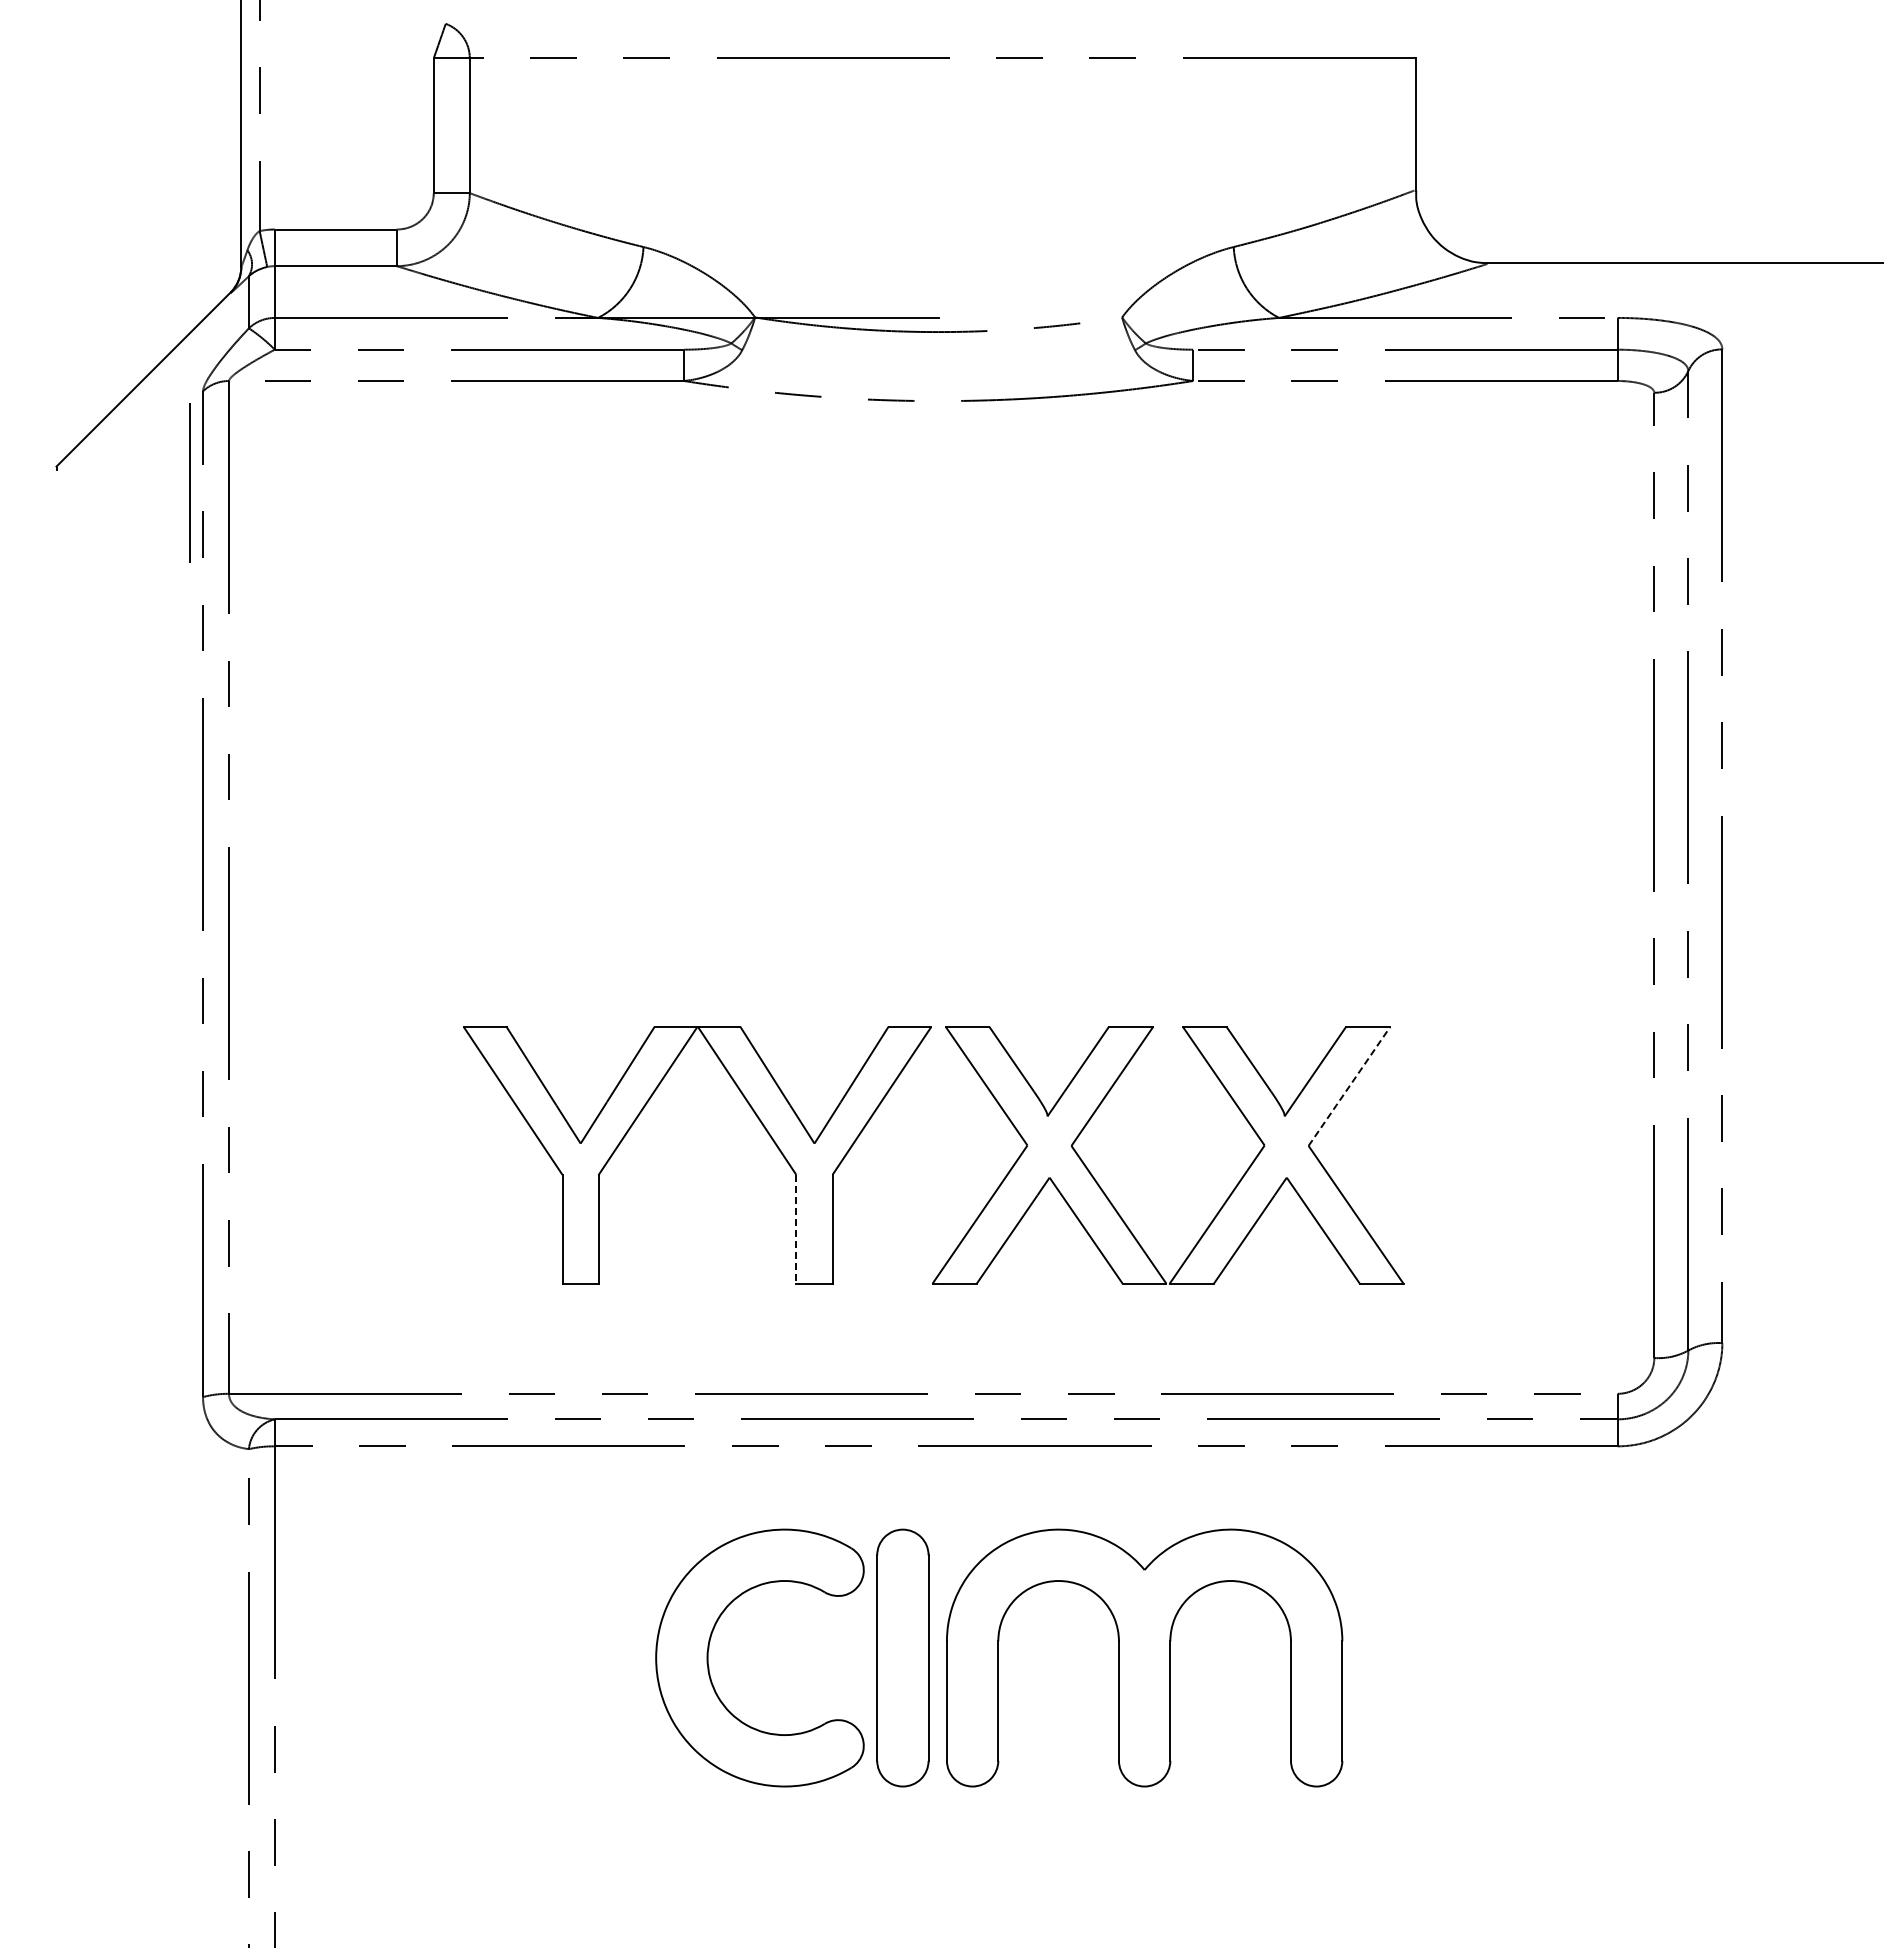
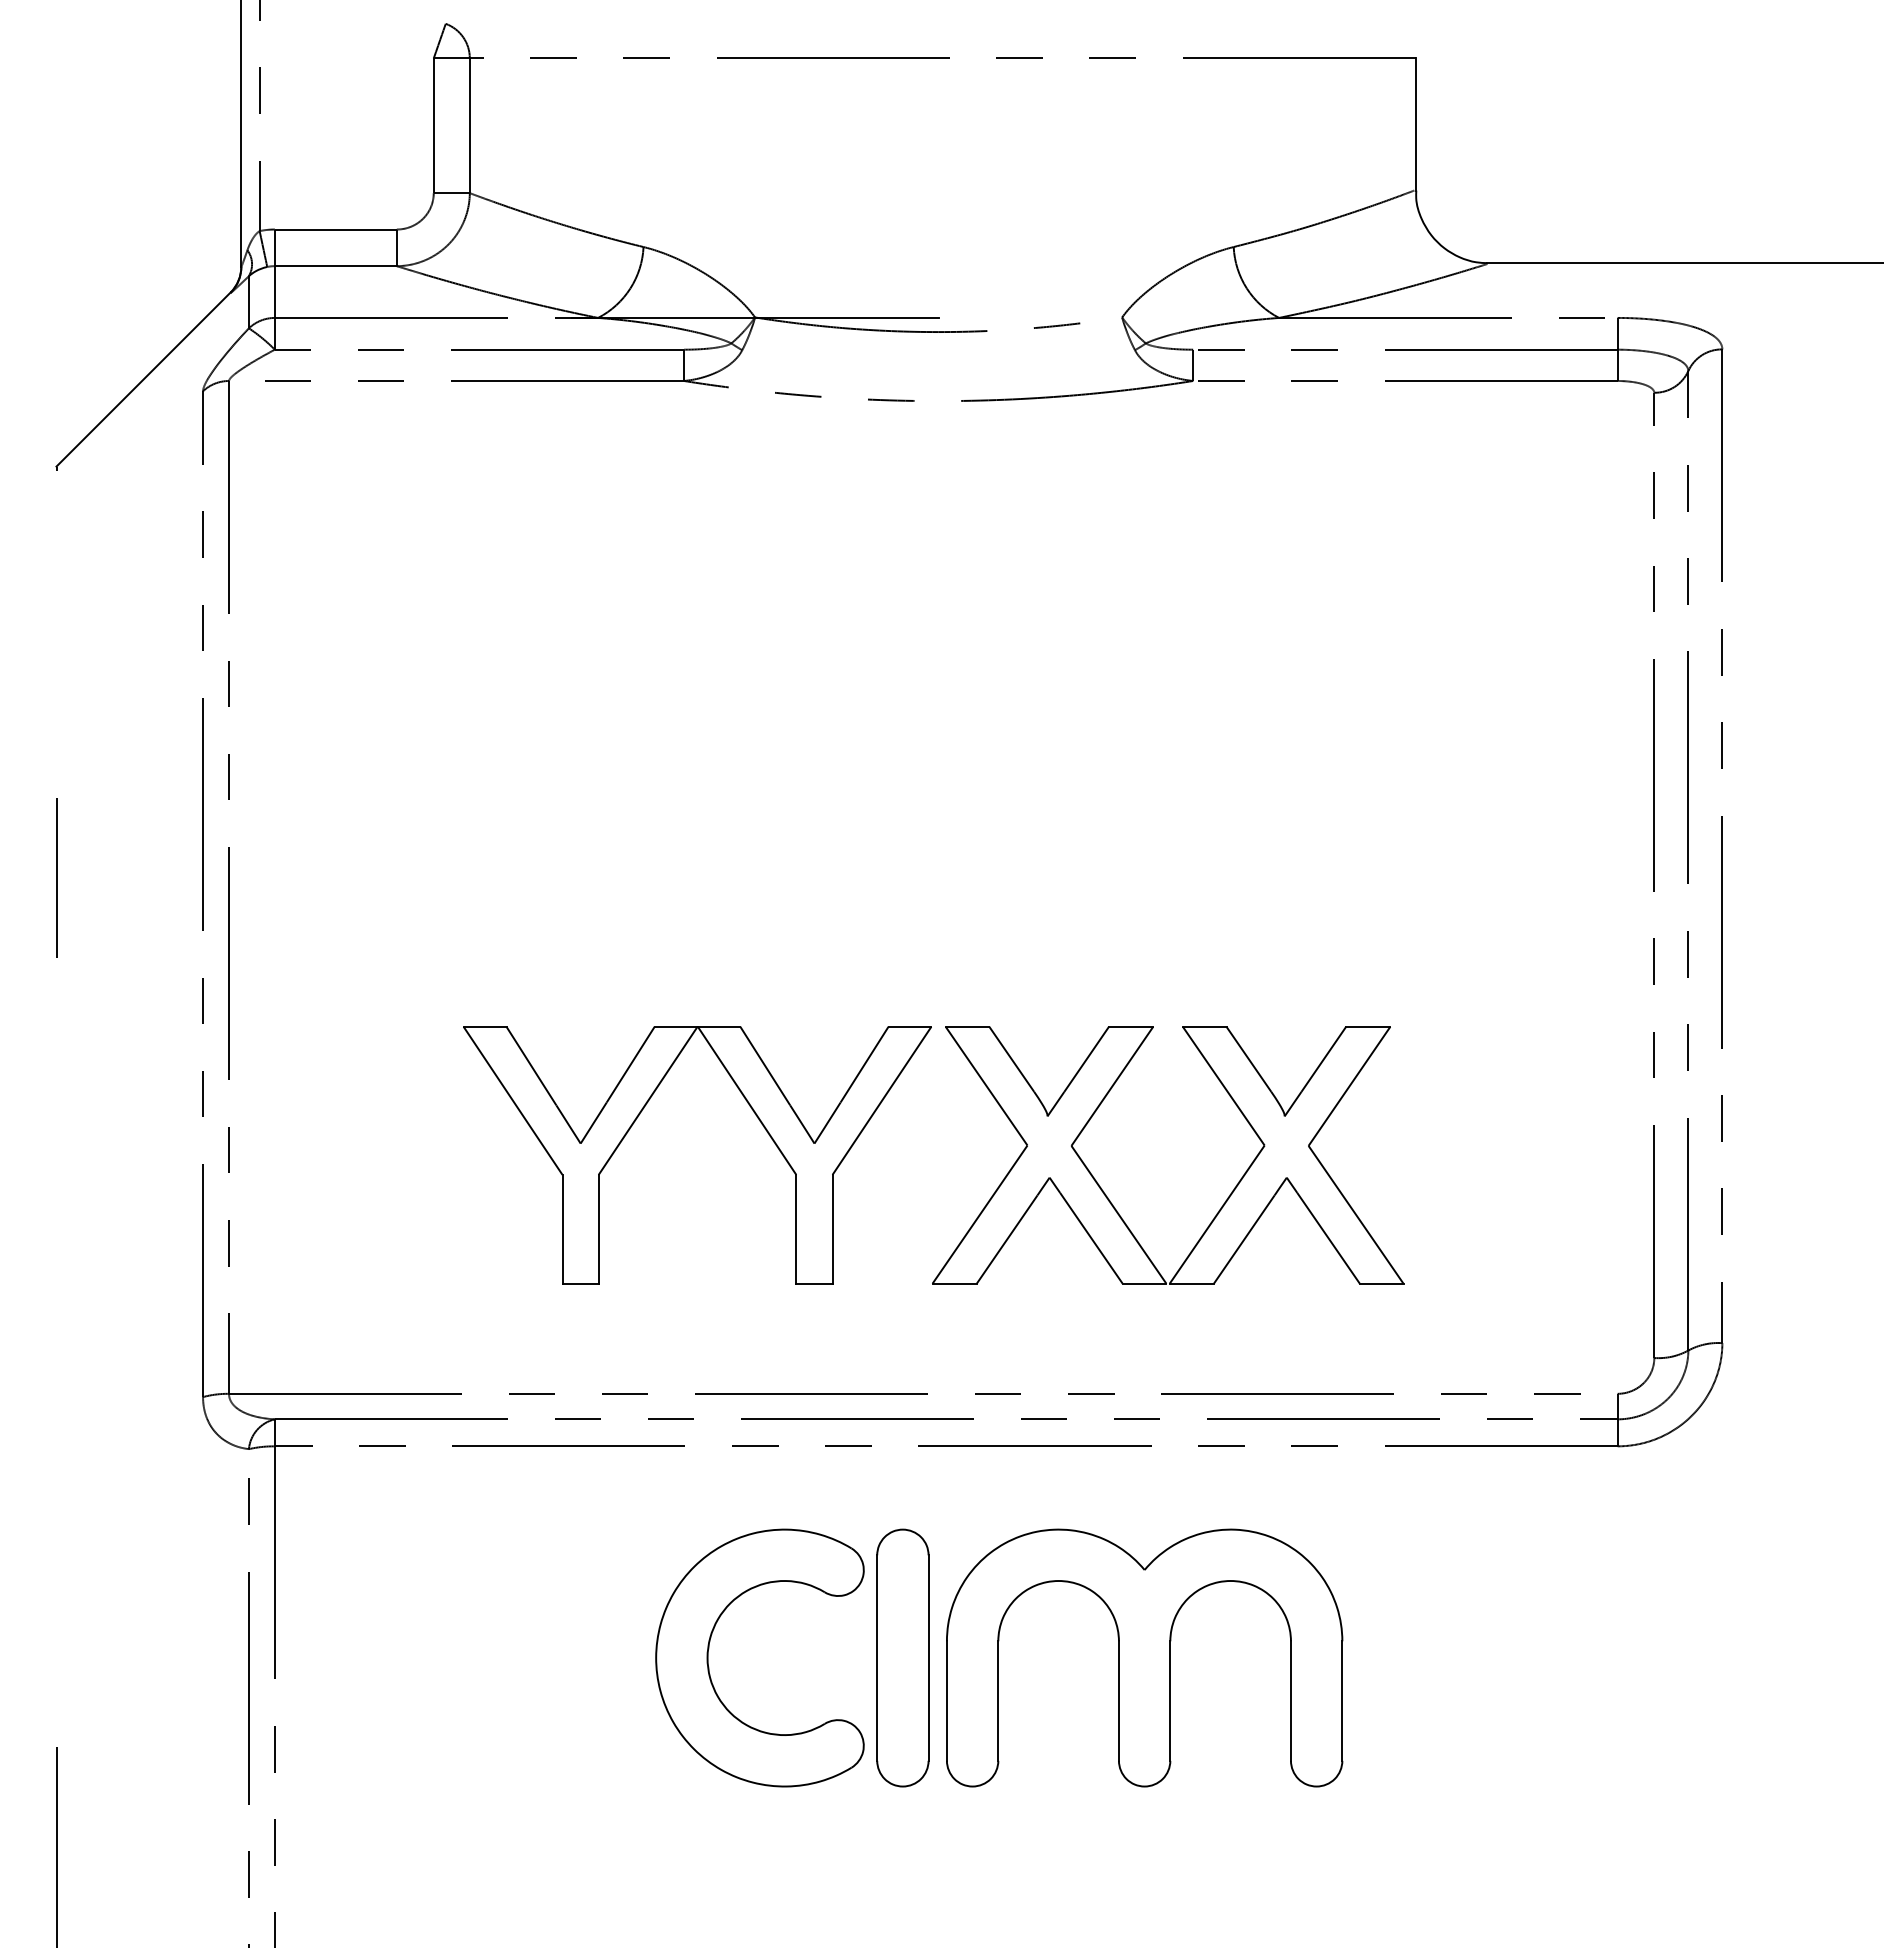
line at (189, 482) position: (189, 482) -> (56, 877)
line at (1349, 1086): dashed -> solid
line at (796, 1229): dashed -> solid
line at (56, 1845): none -> present
